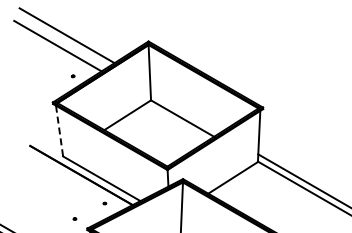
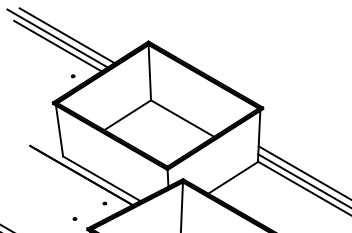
line at (57, 38): none -> present
line at (59, 131): dashed -> solid
line at (303, 172): none -> present
